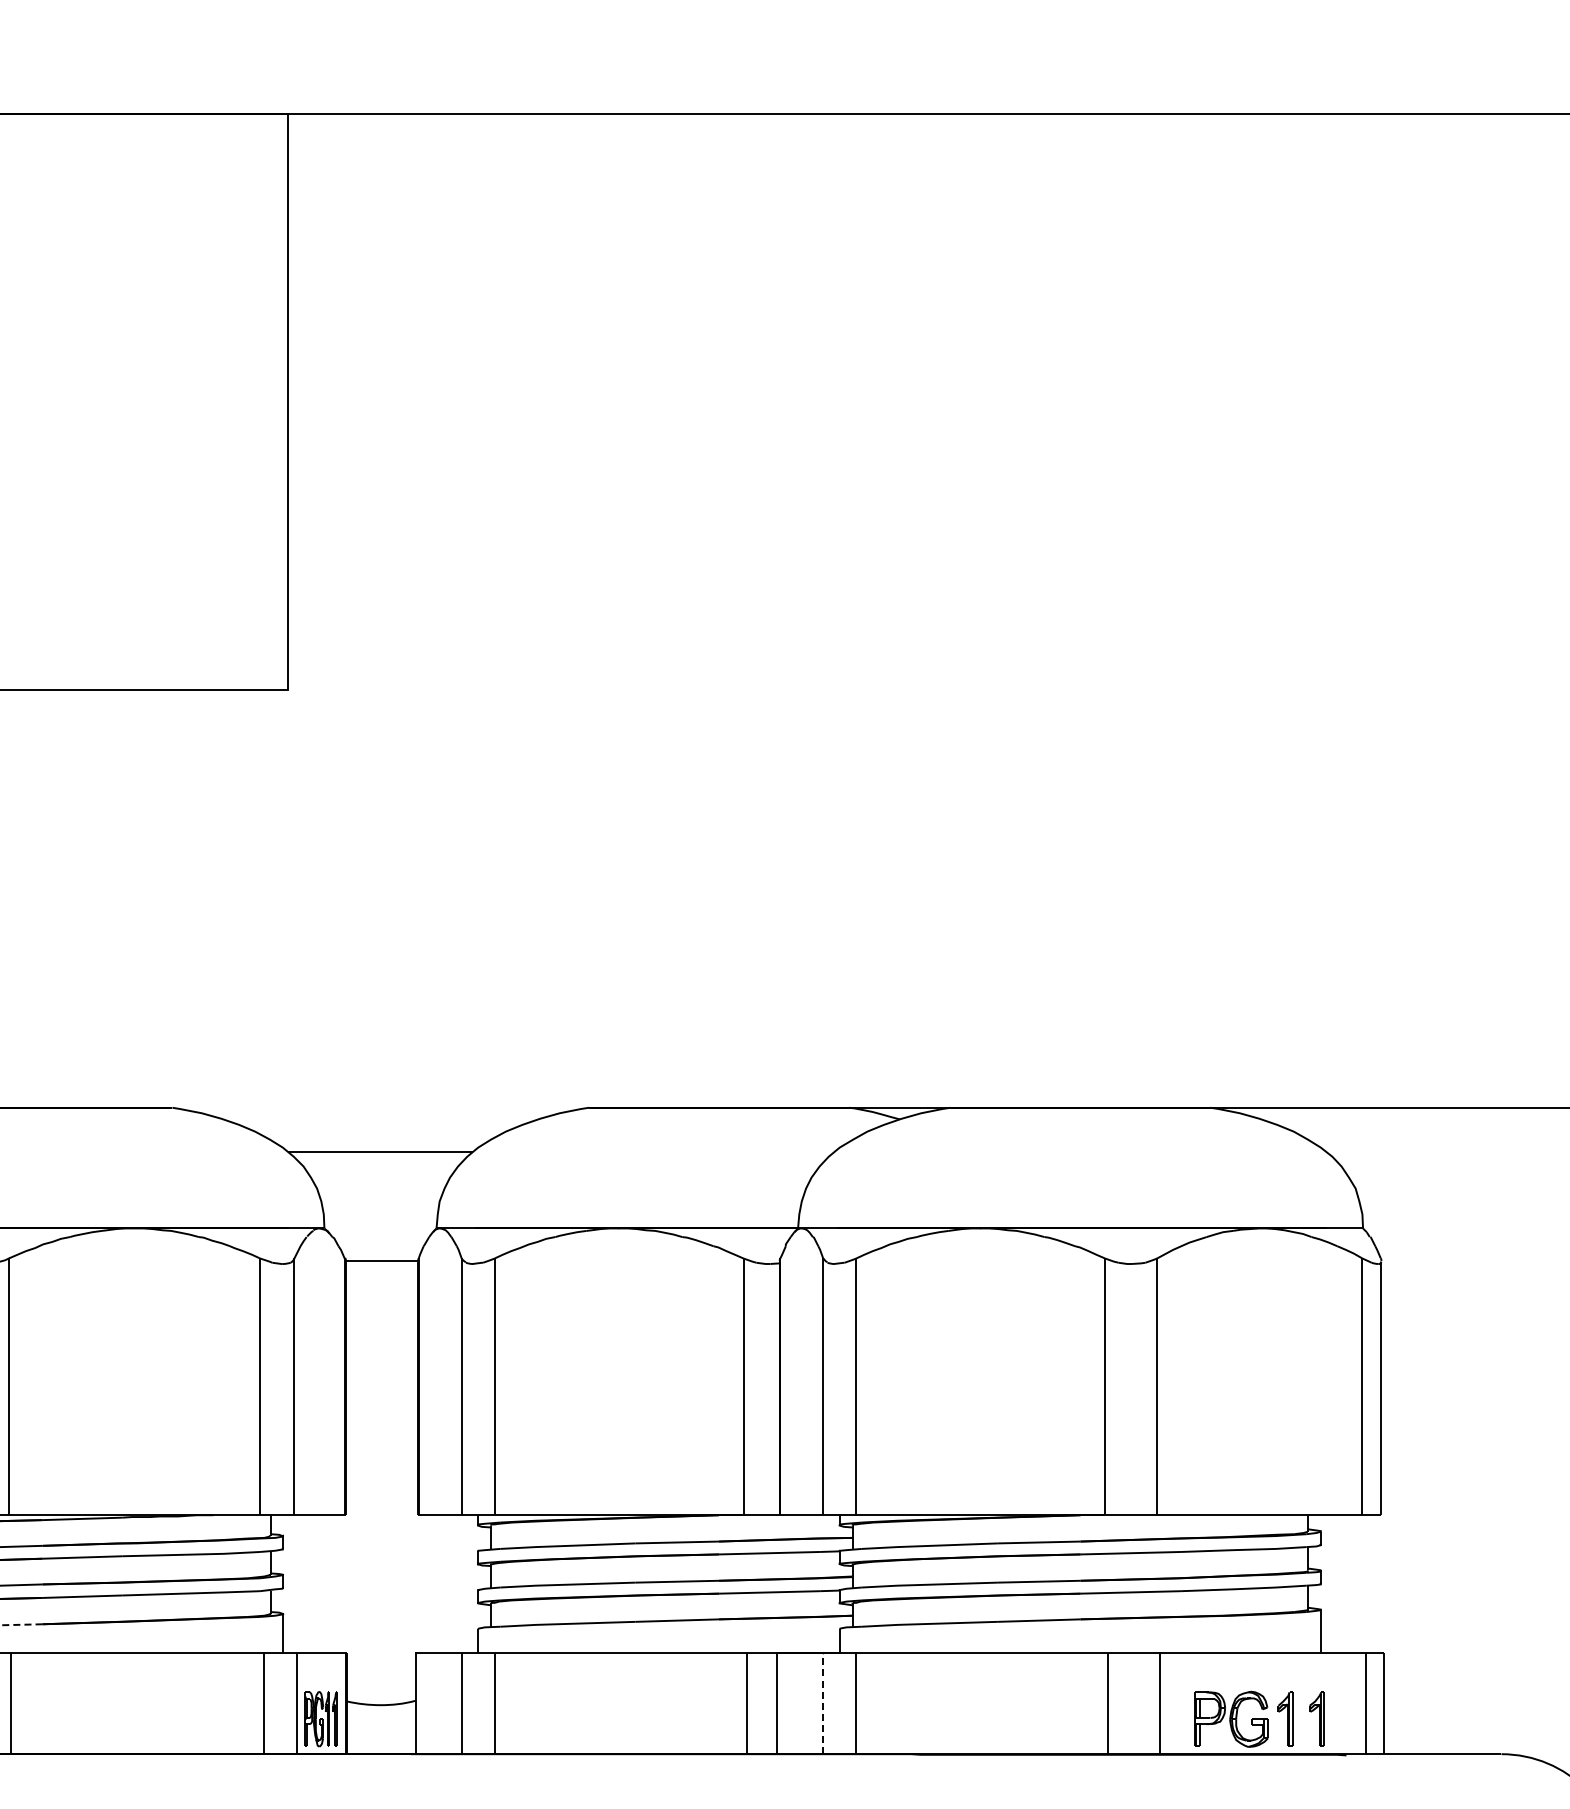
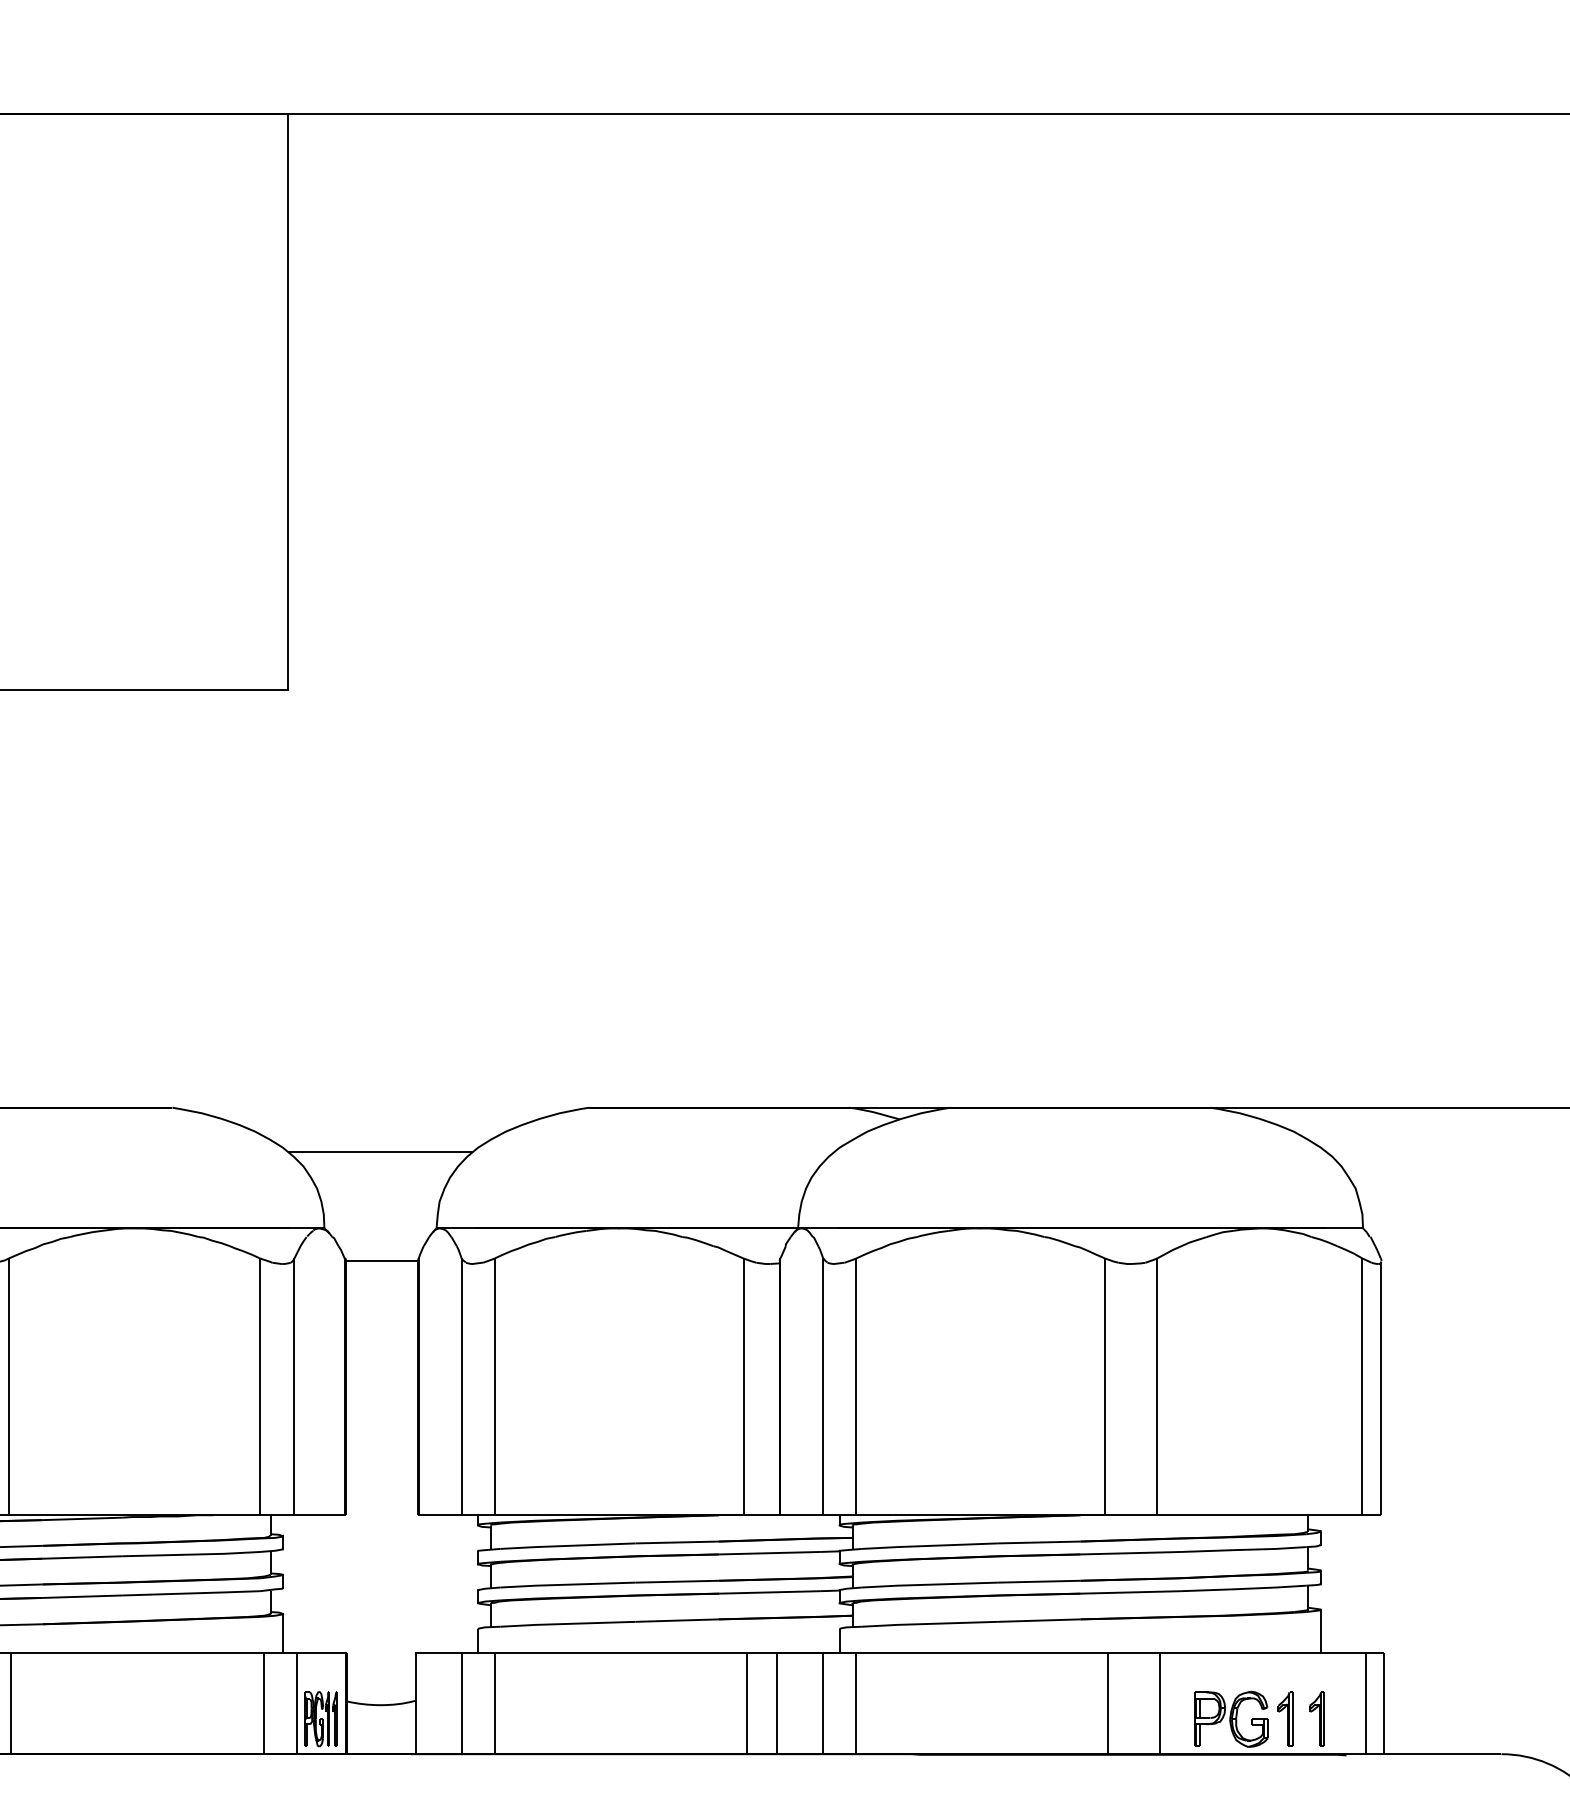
line at (21, 1624): dashed -> solid
line at (823, 1702): dashed -> solid
